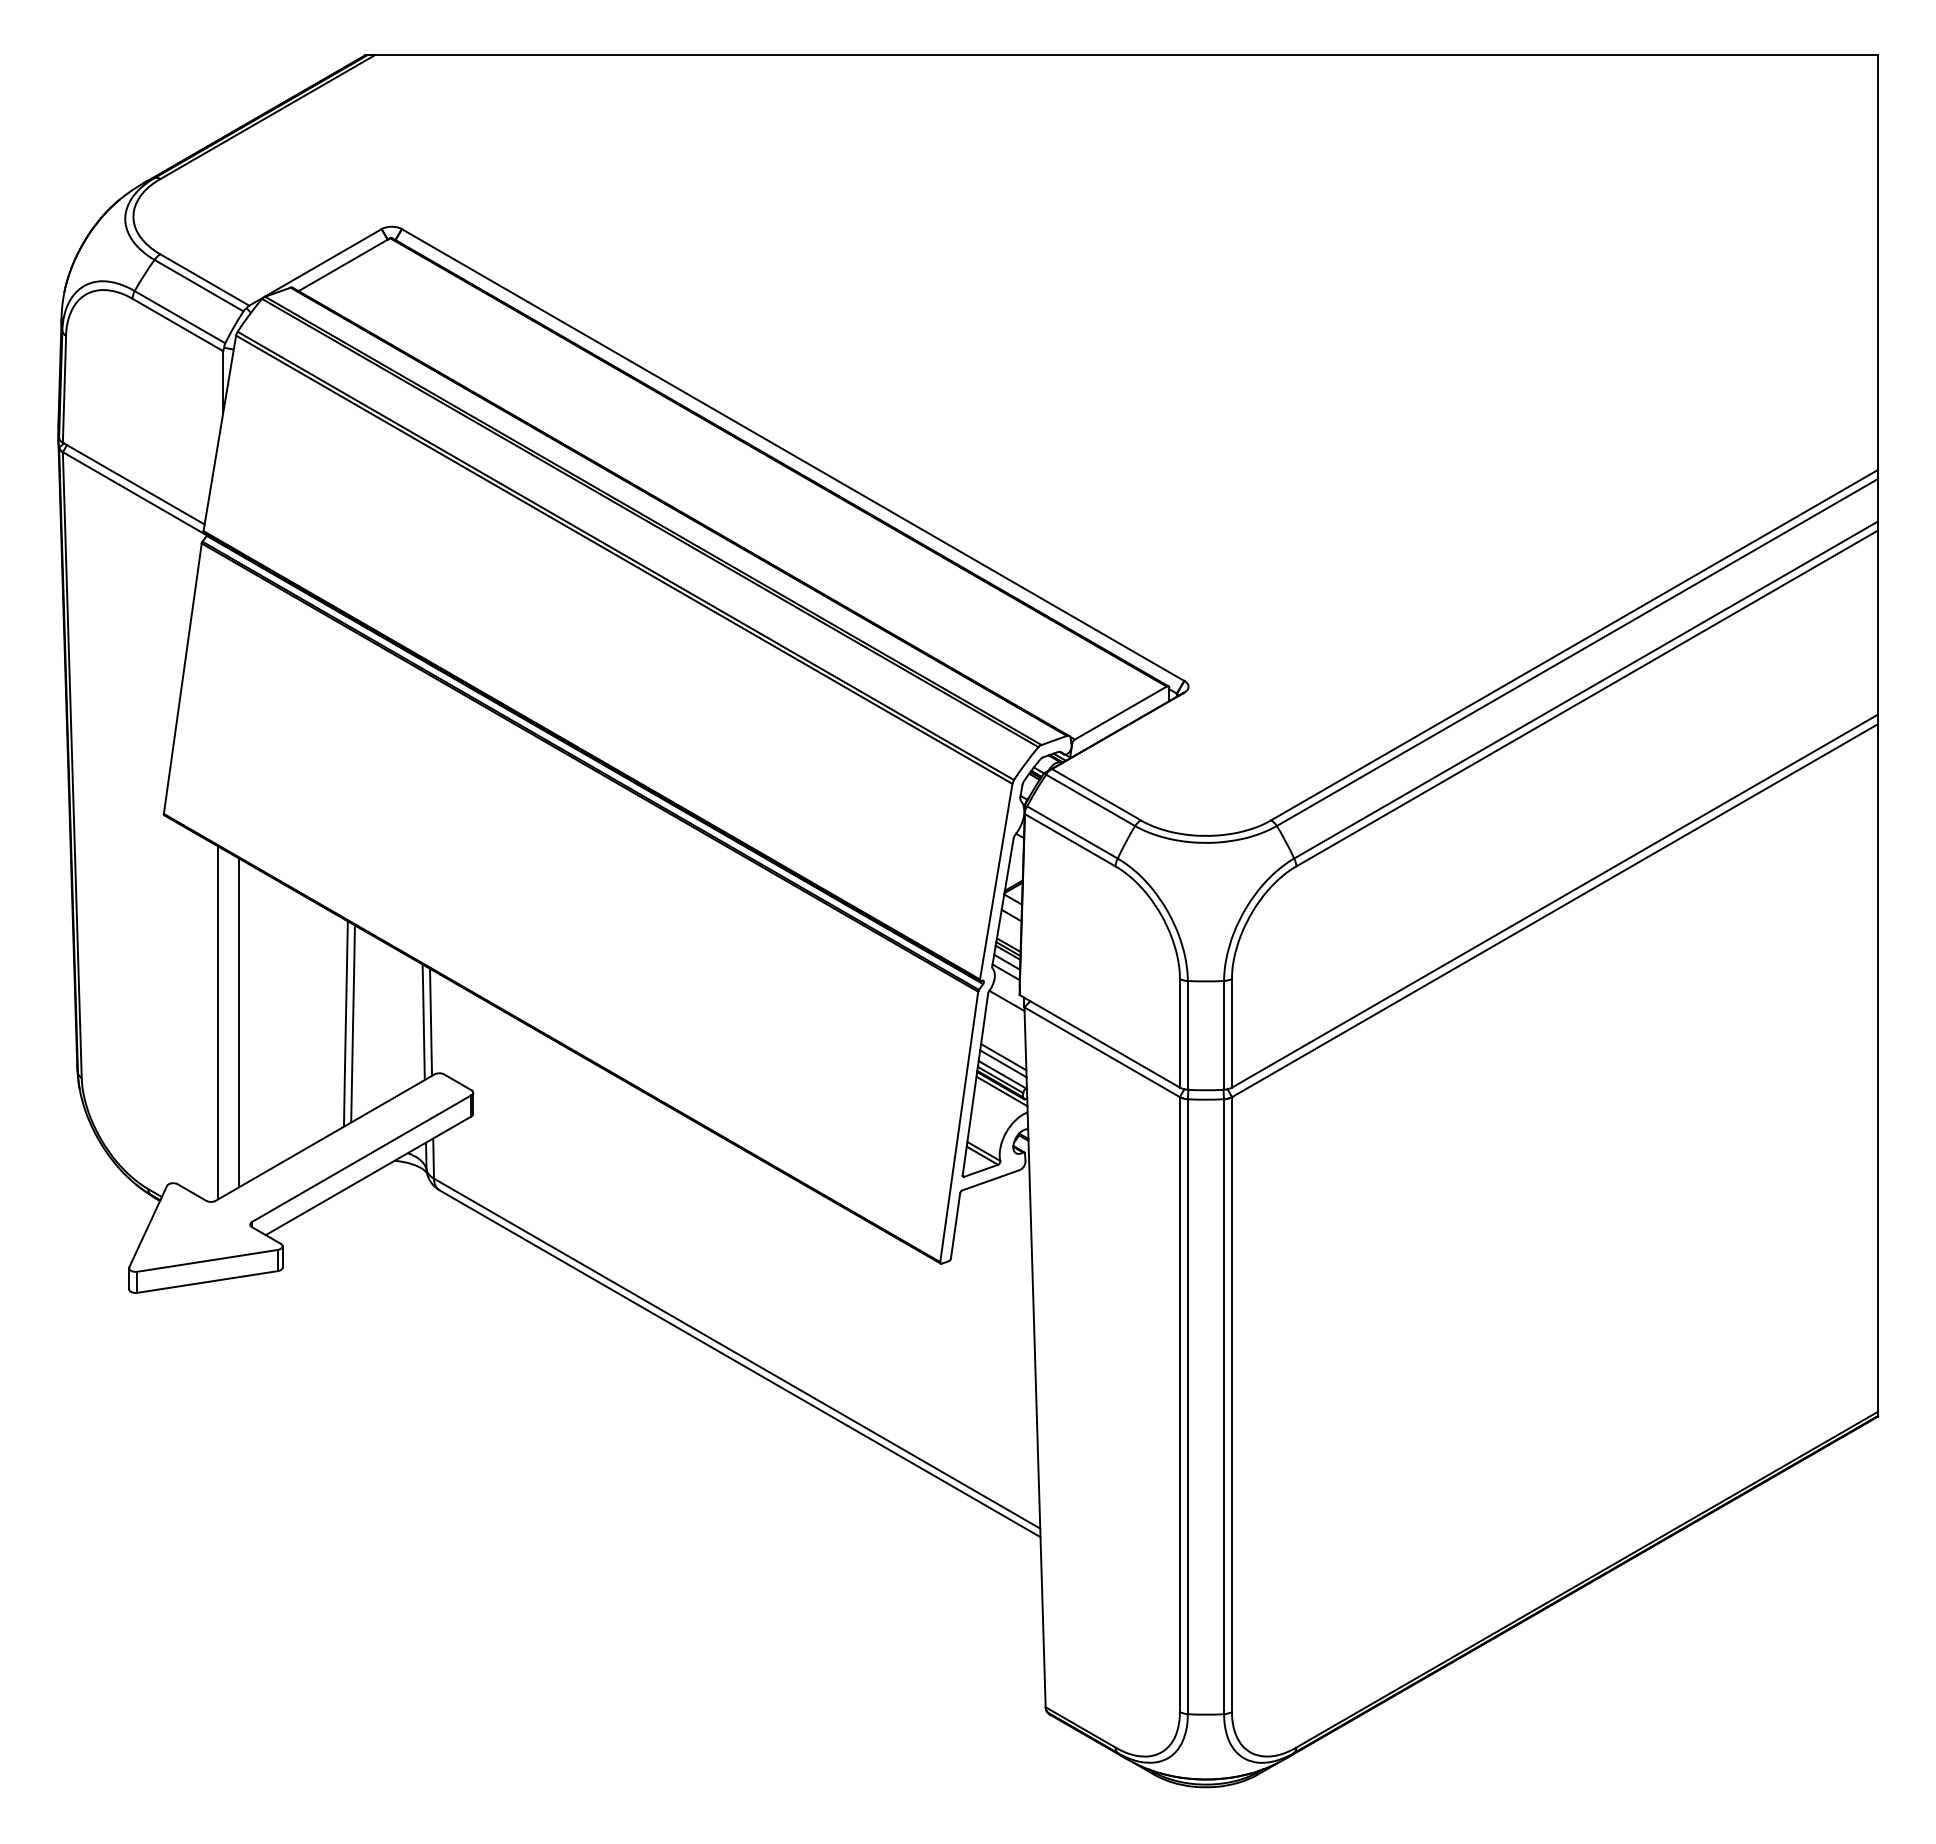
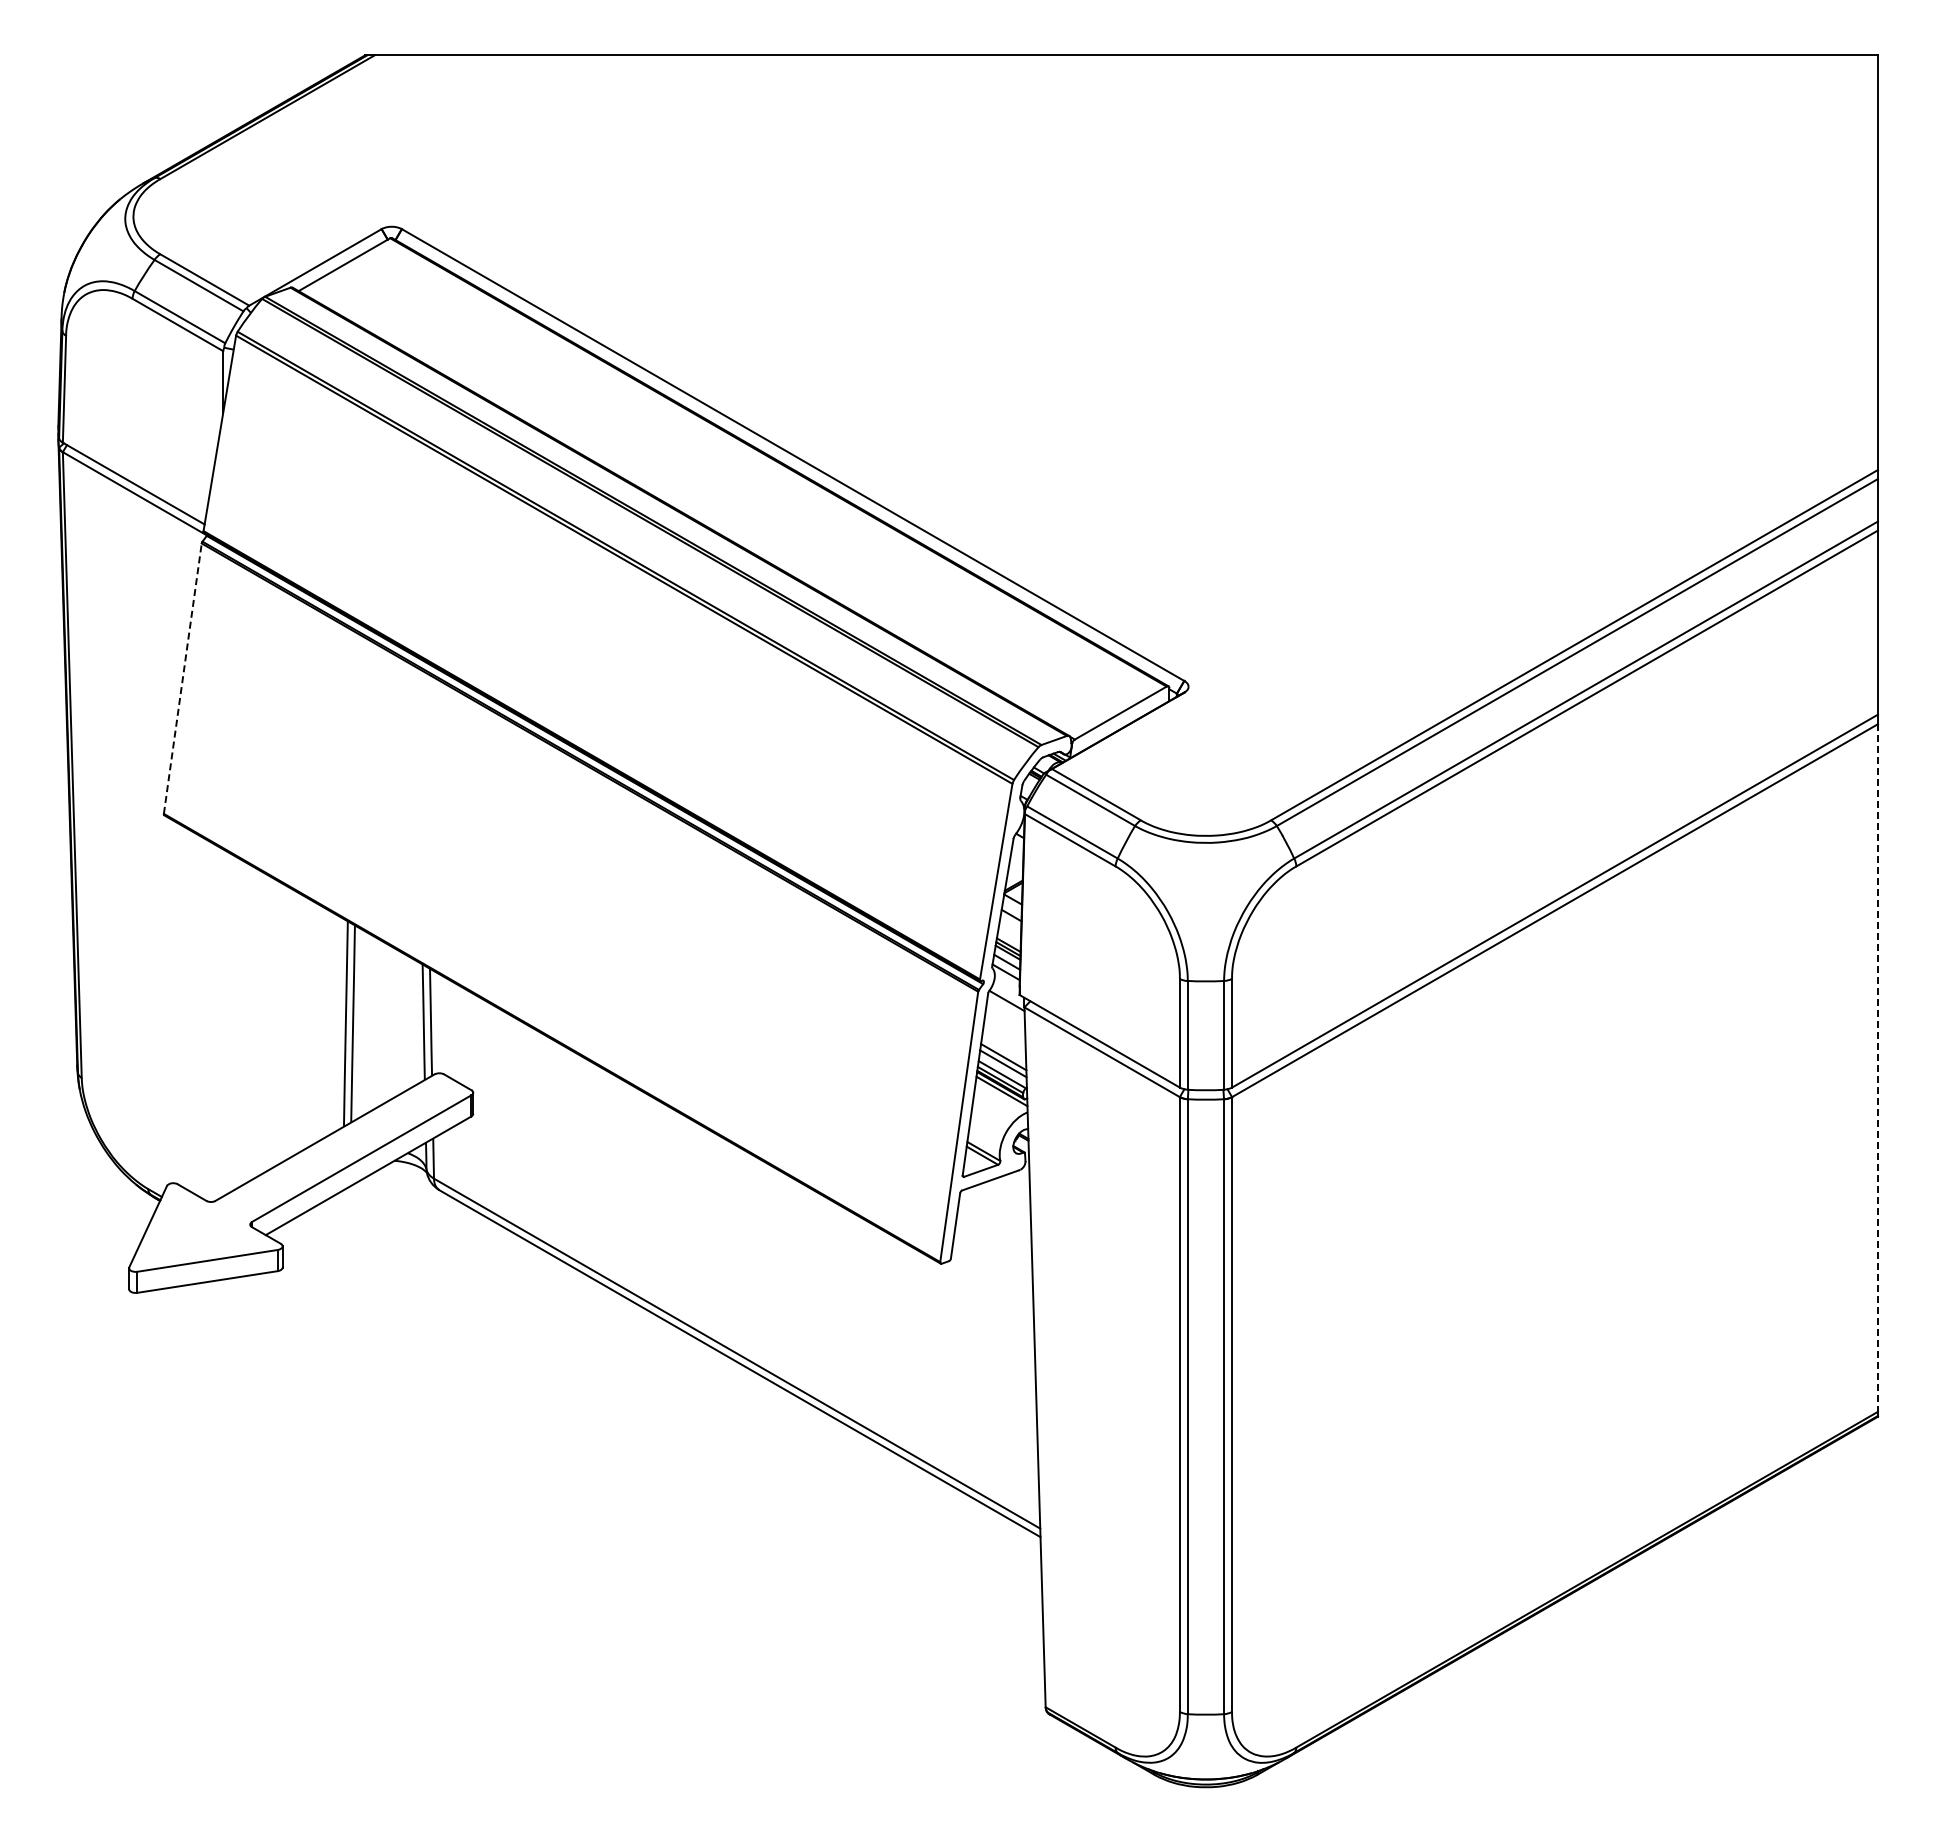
line at (182, 678): solid -> dashed
line at (218, 1022): present -> none
line at (238, 1022): present -> none
line at (1877, 1068): solid -> dashed
